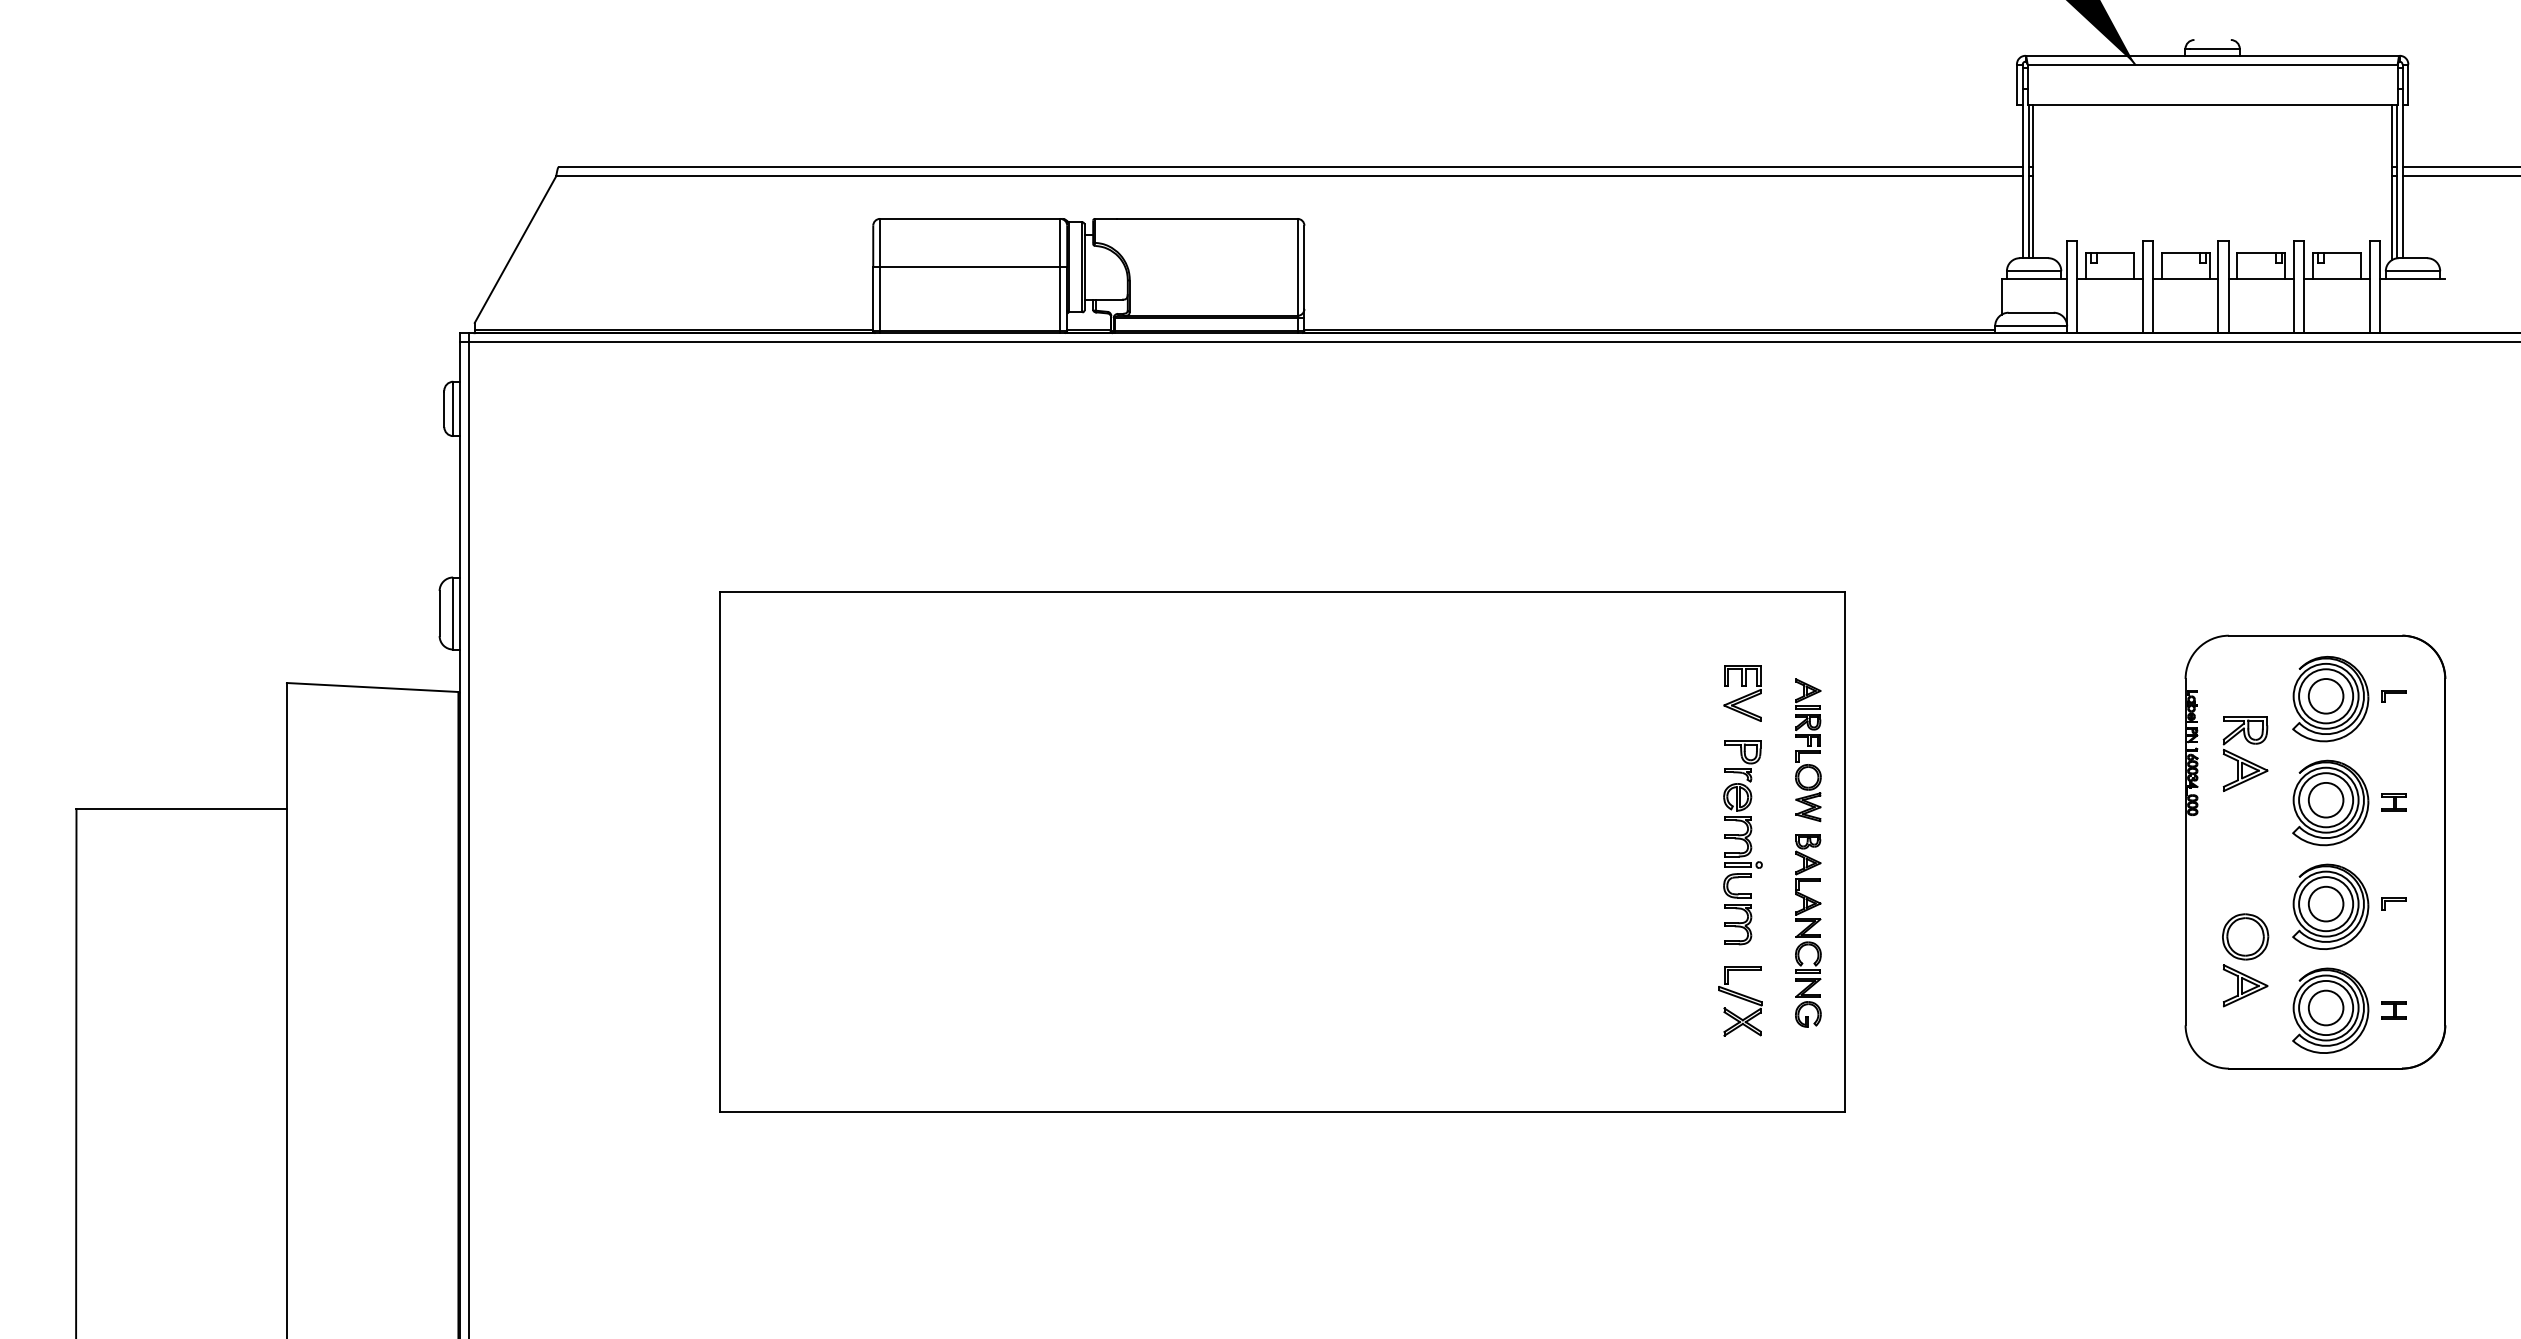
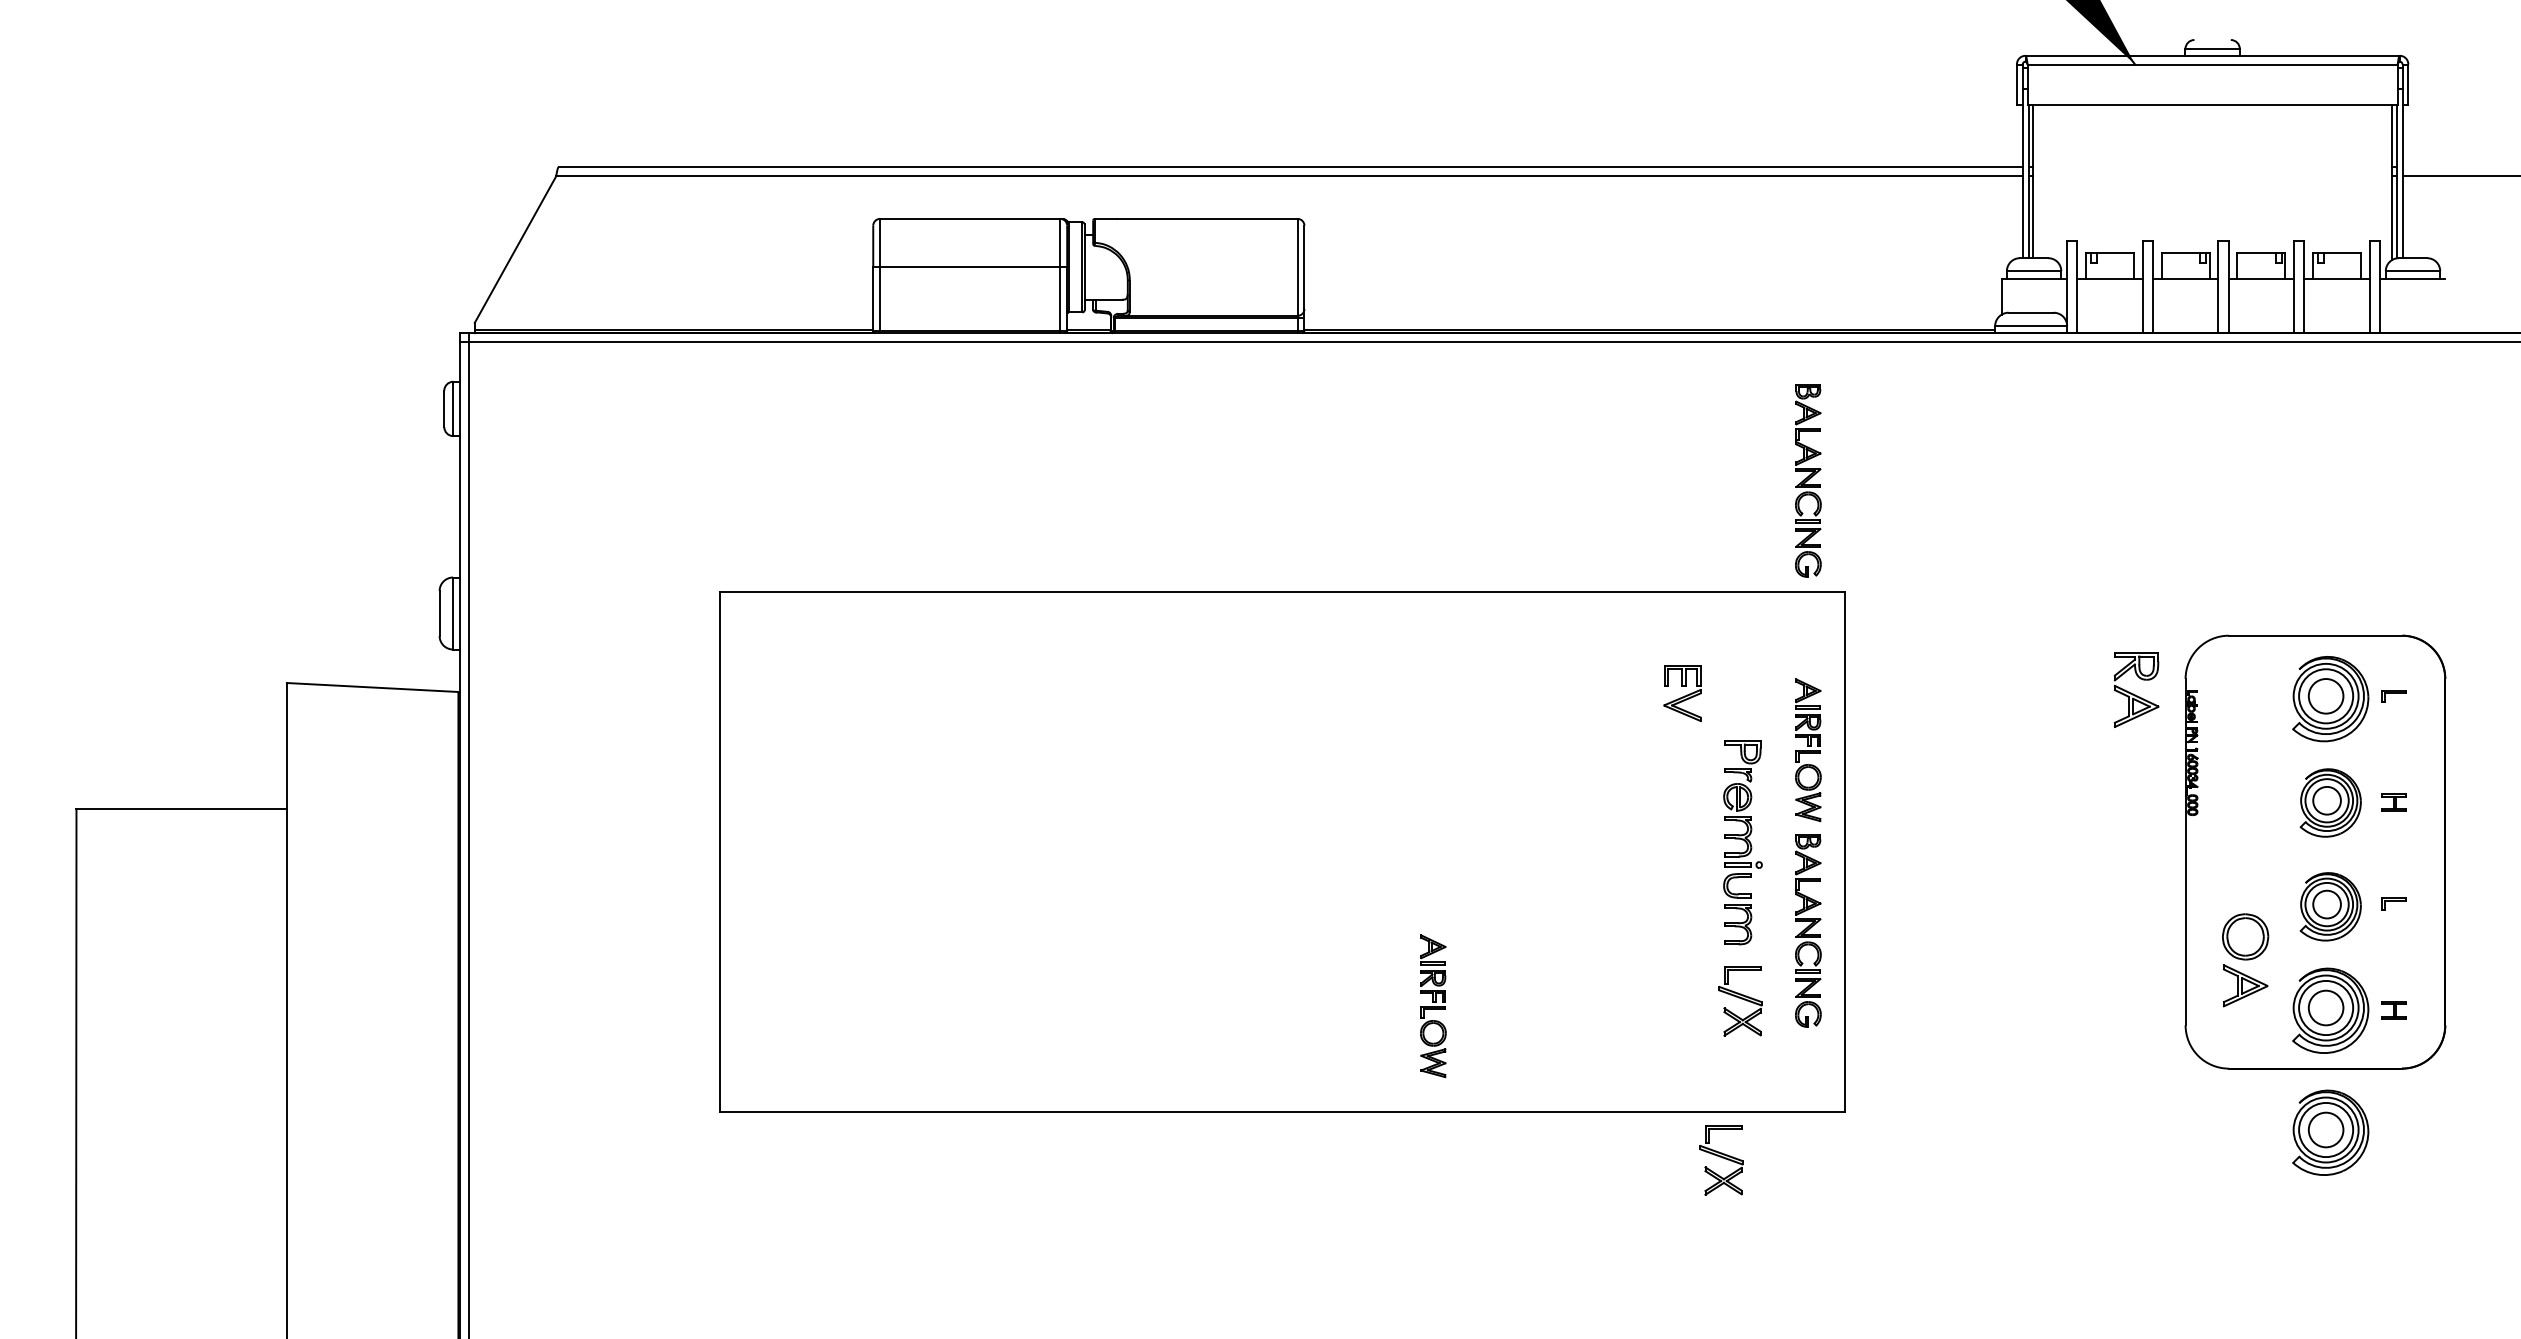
line at (2459, 167): present -> none
part at (1808, 480): none -> present
part at (1742, 693) position: (1742, 693) -> (1682, 693)
part at (2245, 753) position: (2245, 753) -> (2136, 689)
part at (2330, 802) size: 78x88 px -> 63x70 px
part at (2330, 906) size: 78x87 px -> 63x70 px
part at (1433, 1006): none -> present
part at (2330, 1132): none -> present
part at (1721, 1160): none -> present
